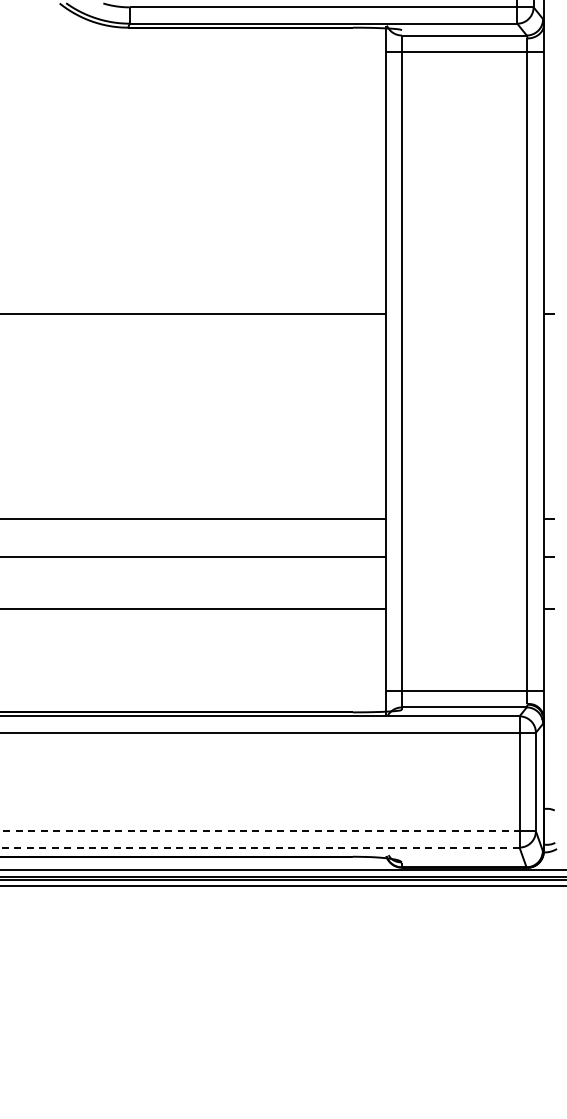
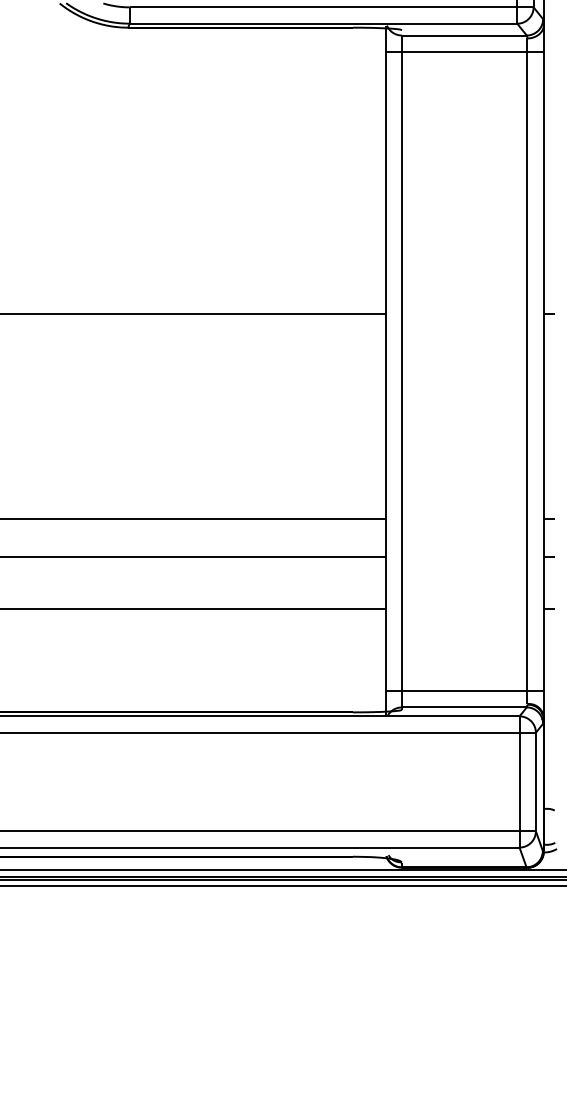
line at (260, 831): dashed -> solid
line at (259, 847): dashed -> solid
